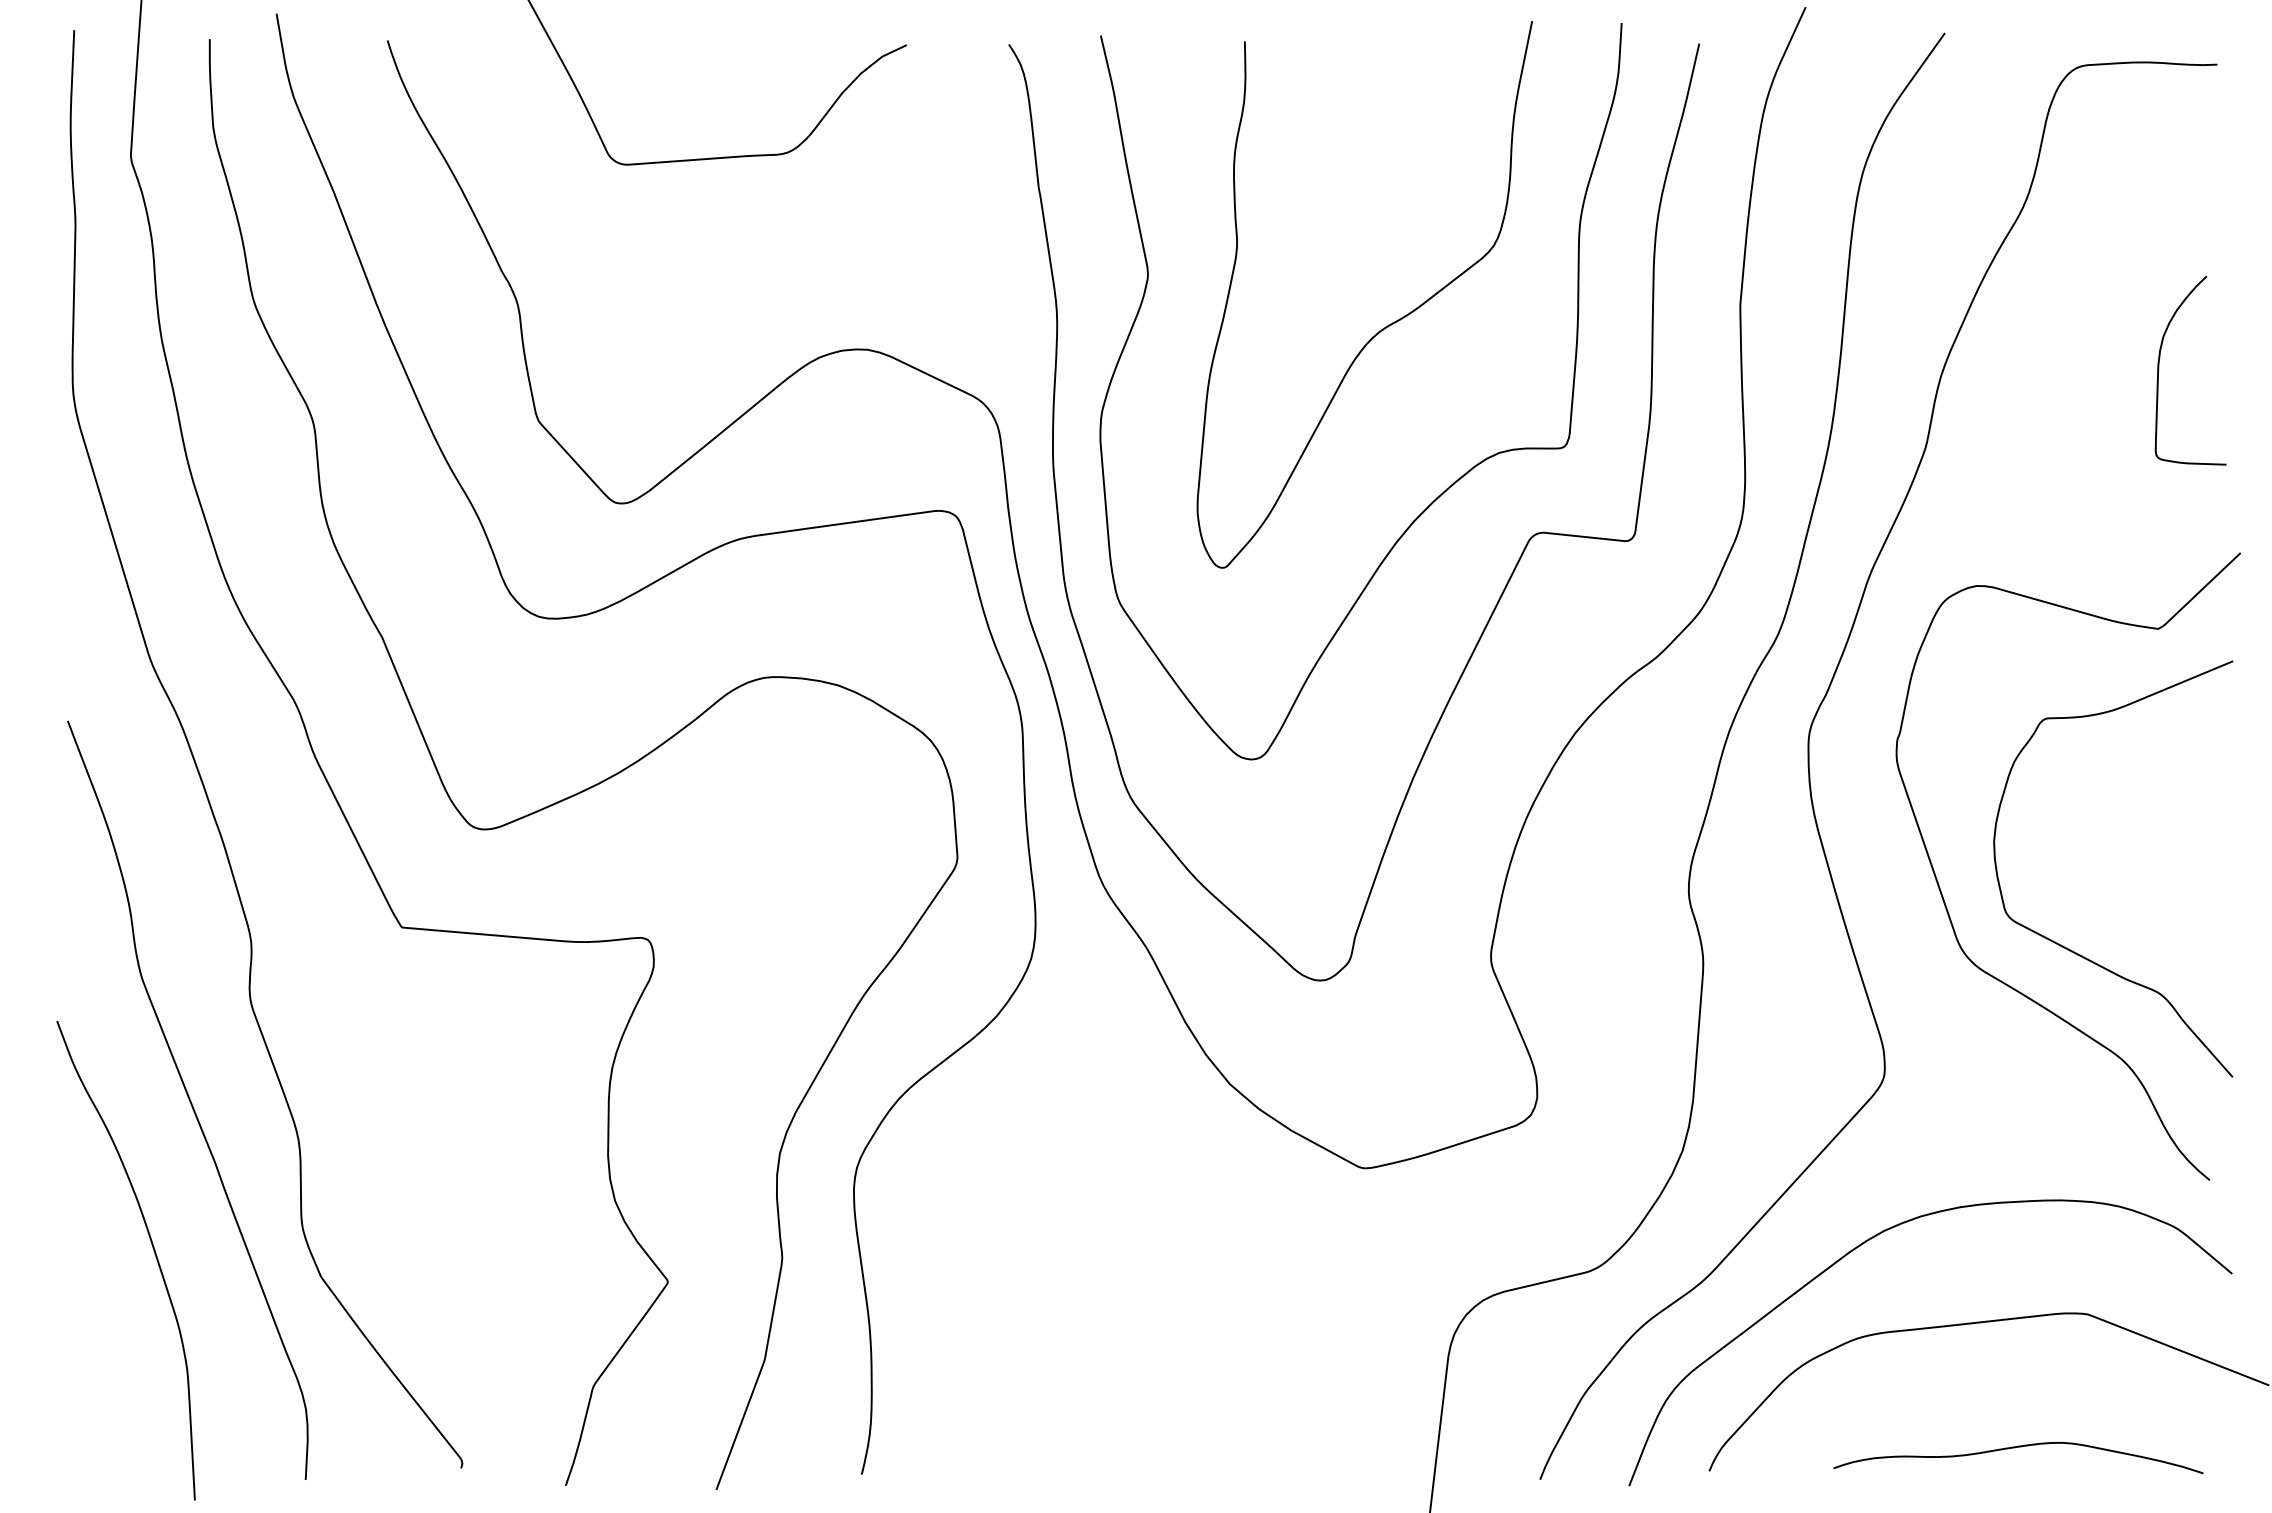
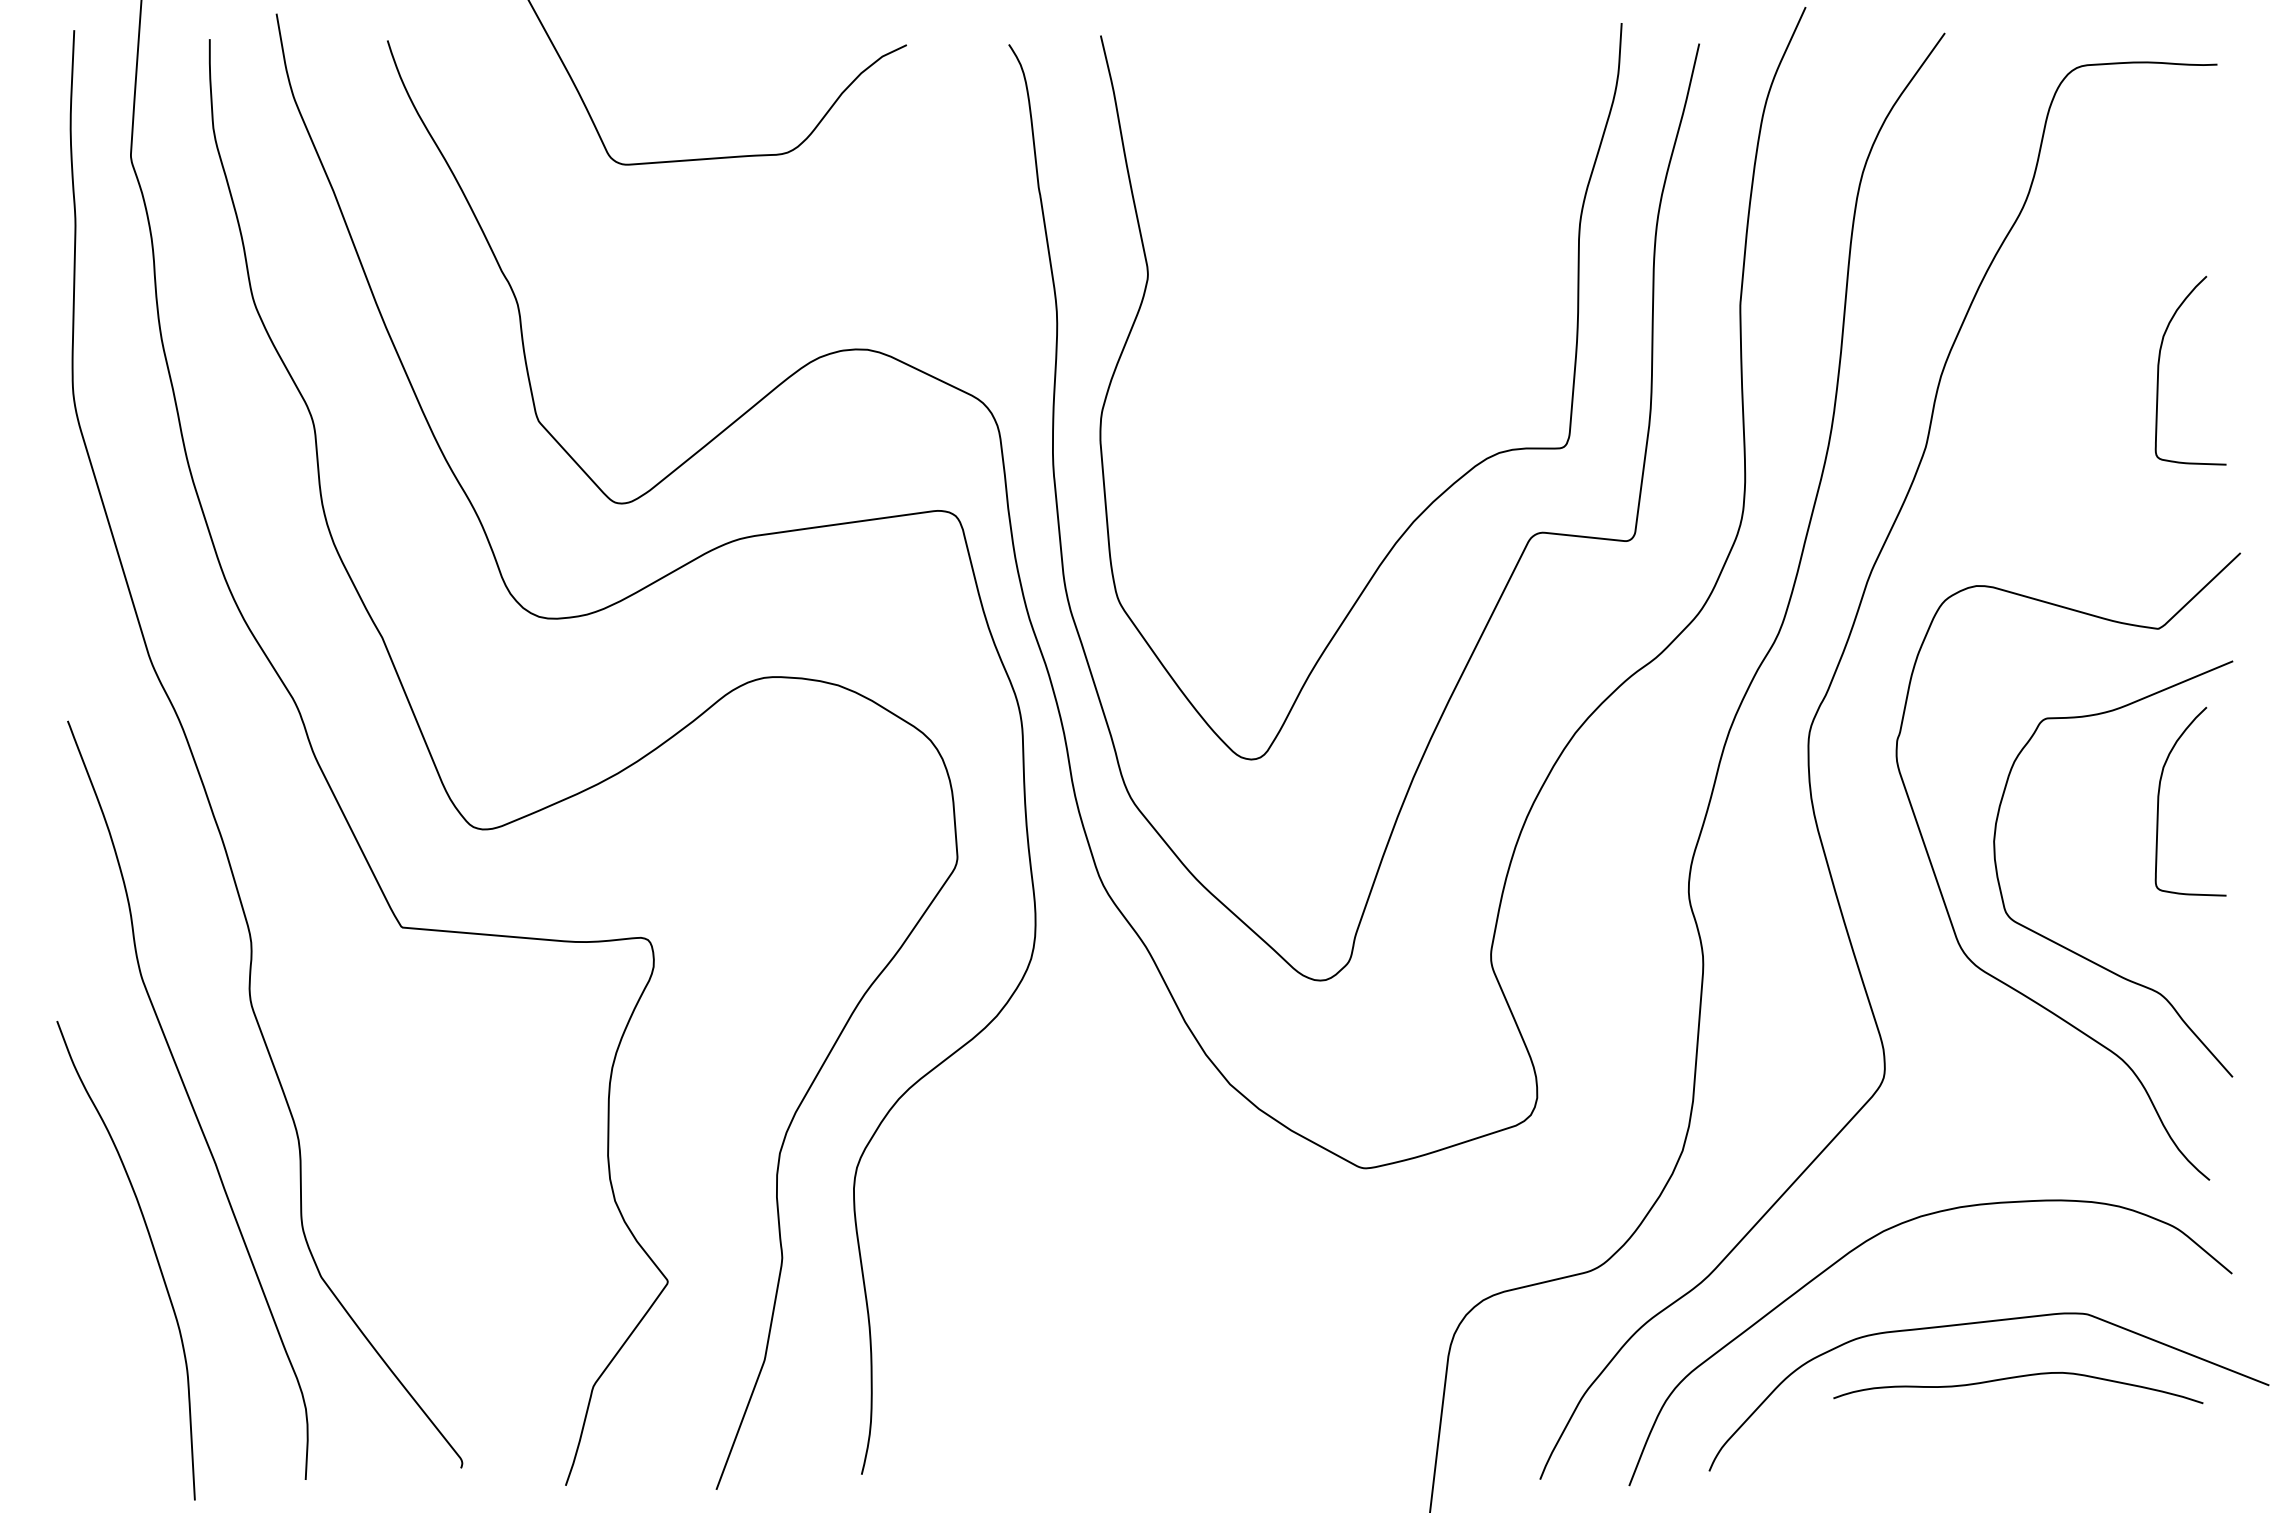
curve at (1385, 326): present -> none
curve at (2159, 801): none -> present
curve at (2015, 1448) position: (2015, 1448) -> (2015, 1378)
